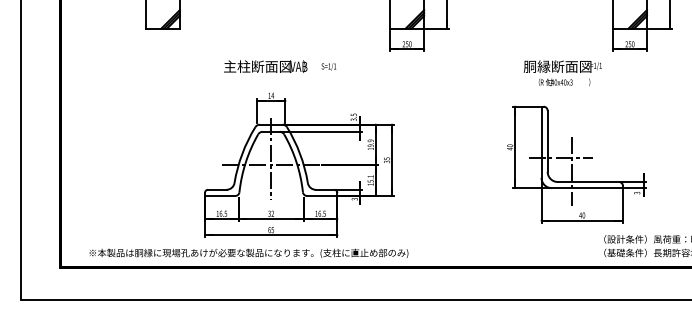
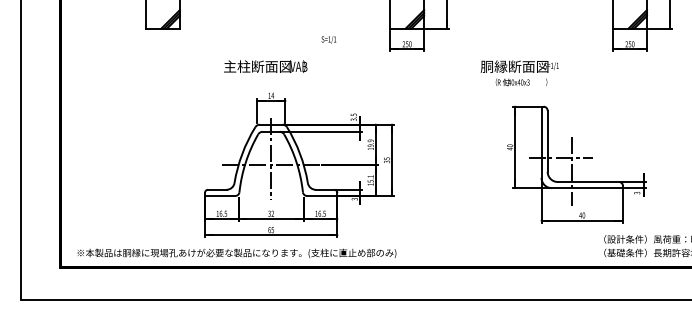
text at (328, 66) position: (328, 66) -> (328, 39)
text at (562, 73) position: (562, 73) -> (519, 73)
text at (248, 252) position: (248, 252) -> (236, 252)
